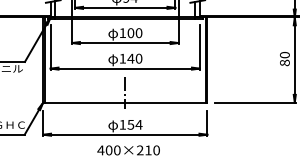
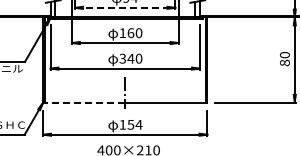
line at (125, 7): solid -> dashed
text at (130, 32): 100 -> 160
text at (122, 58): 140 -> 340
line at (83, 102): solid -> dashed
